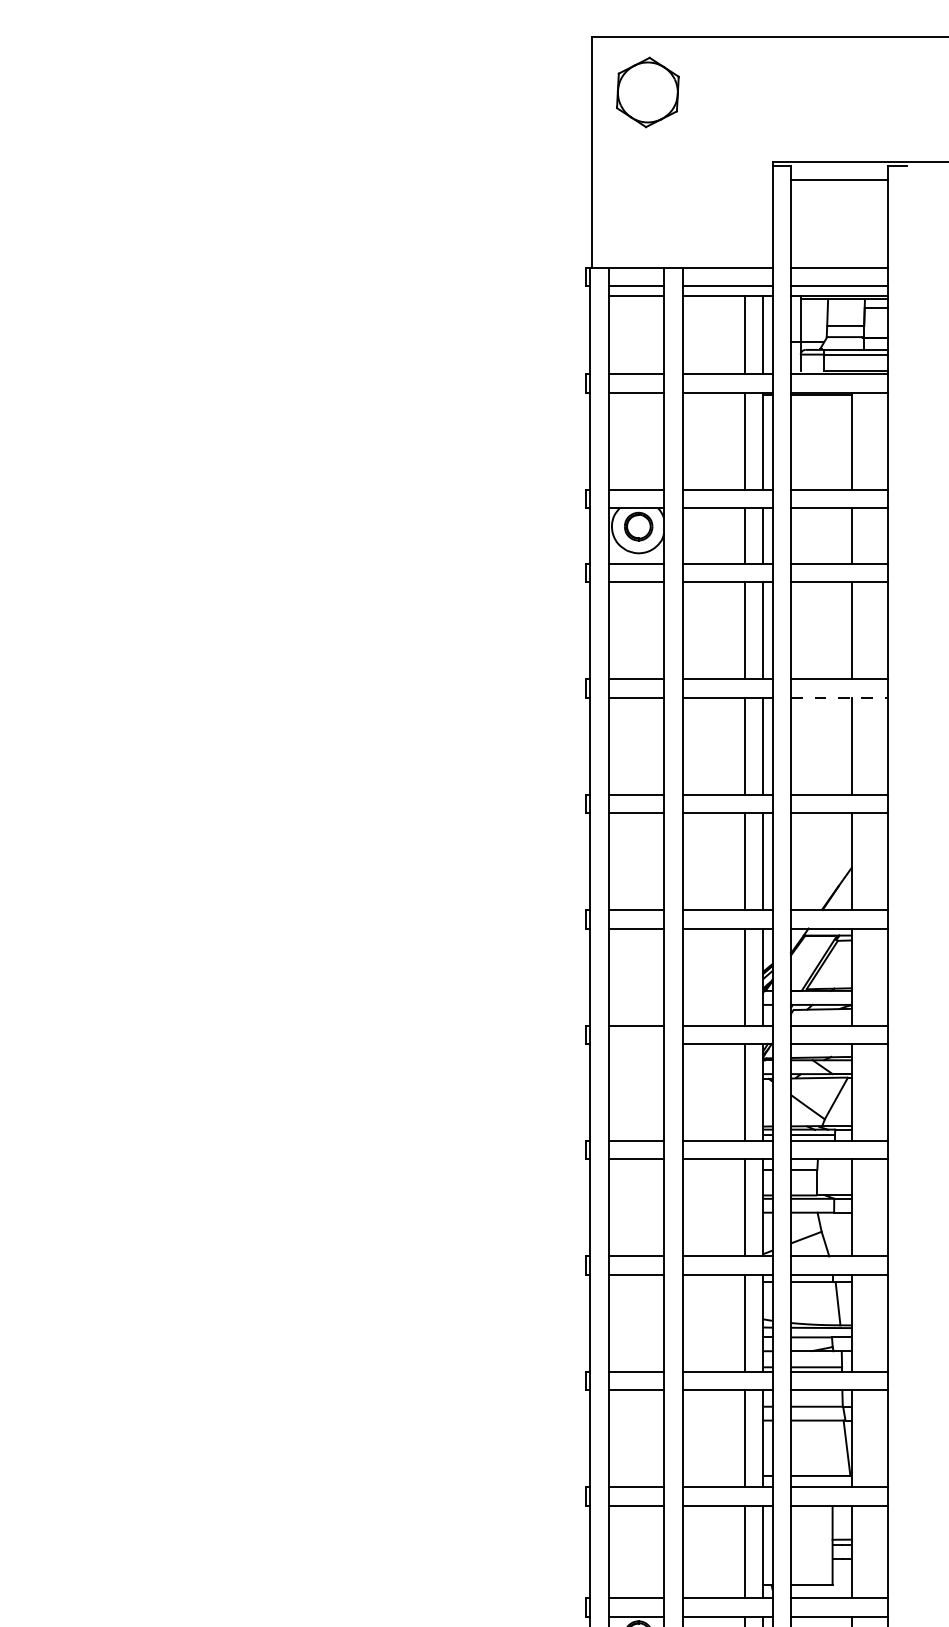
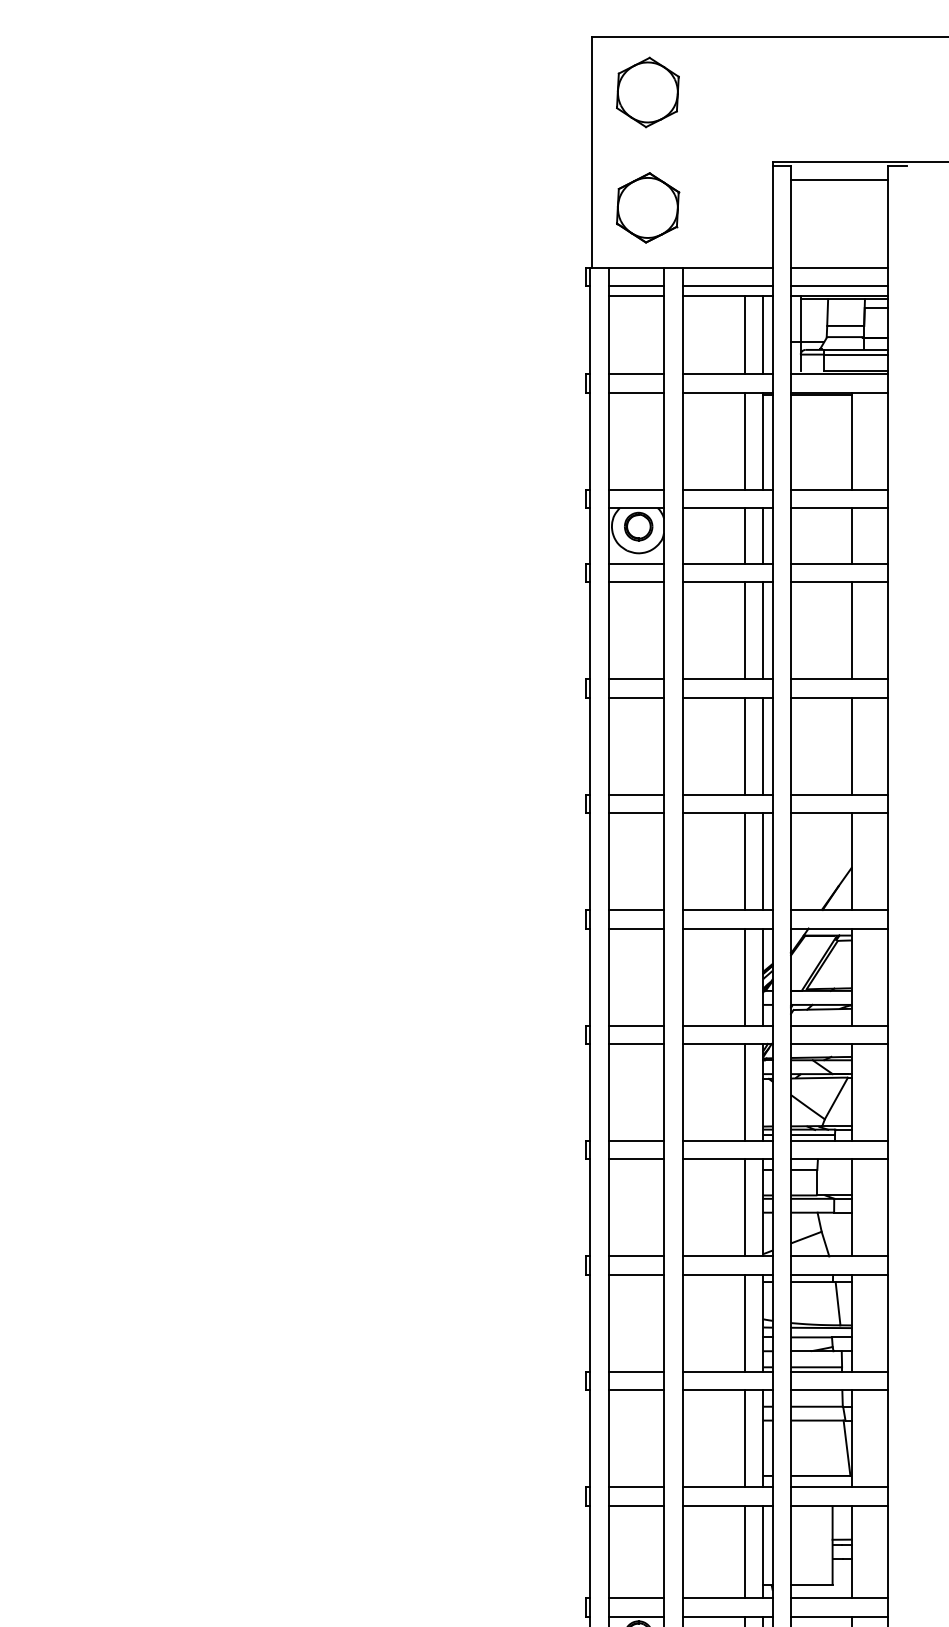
part at (648, 207): none -> present
line at (839, 697): dashed -> solid
line at (636, 1043): none -> present
